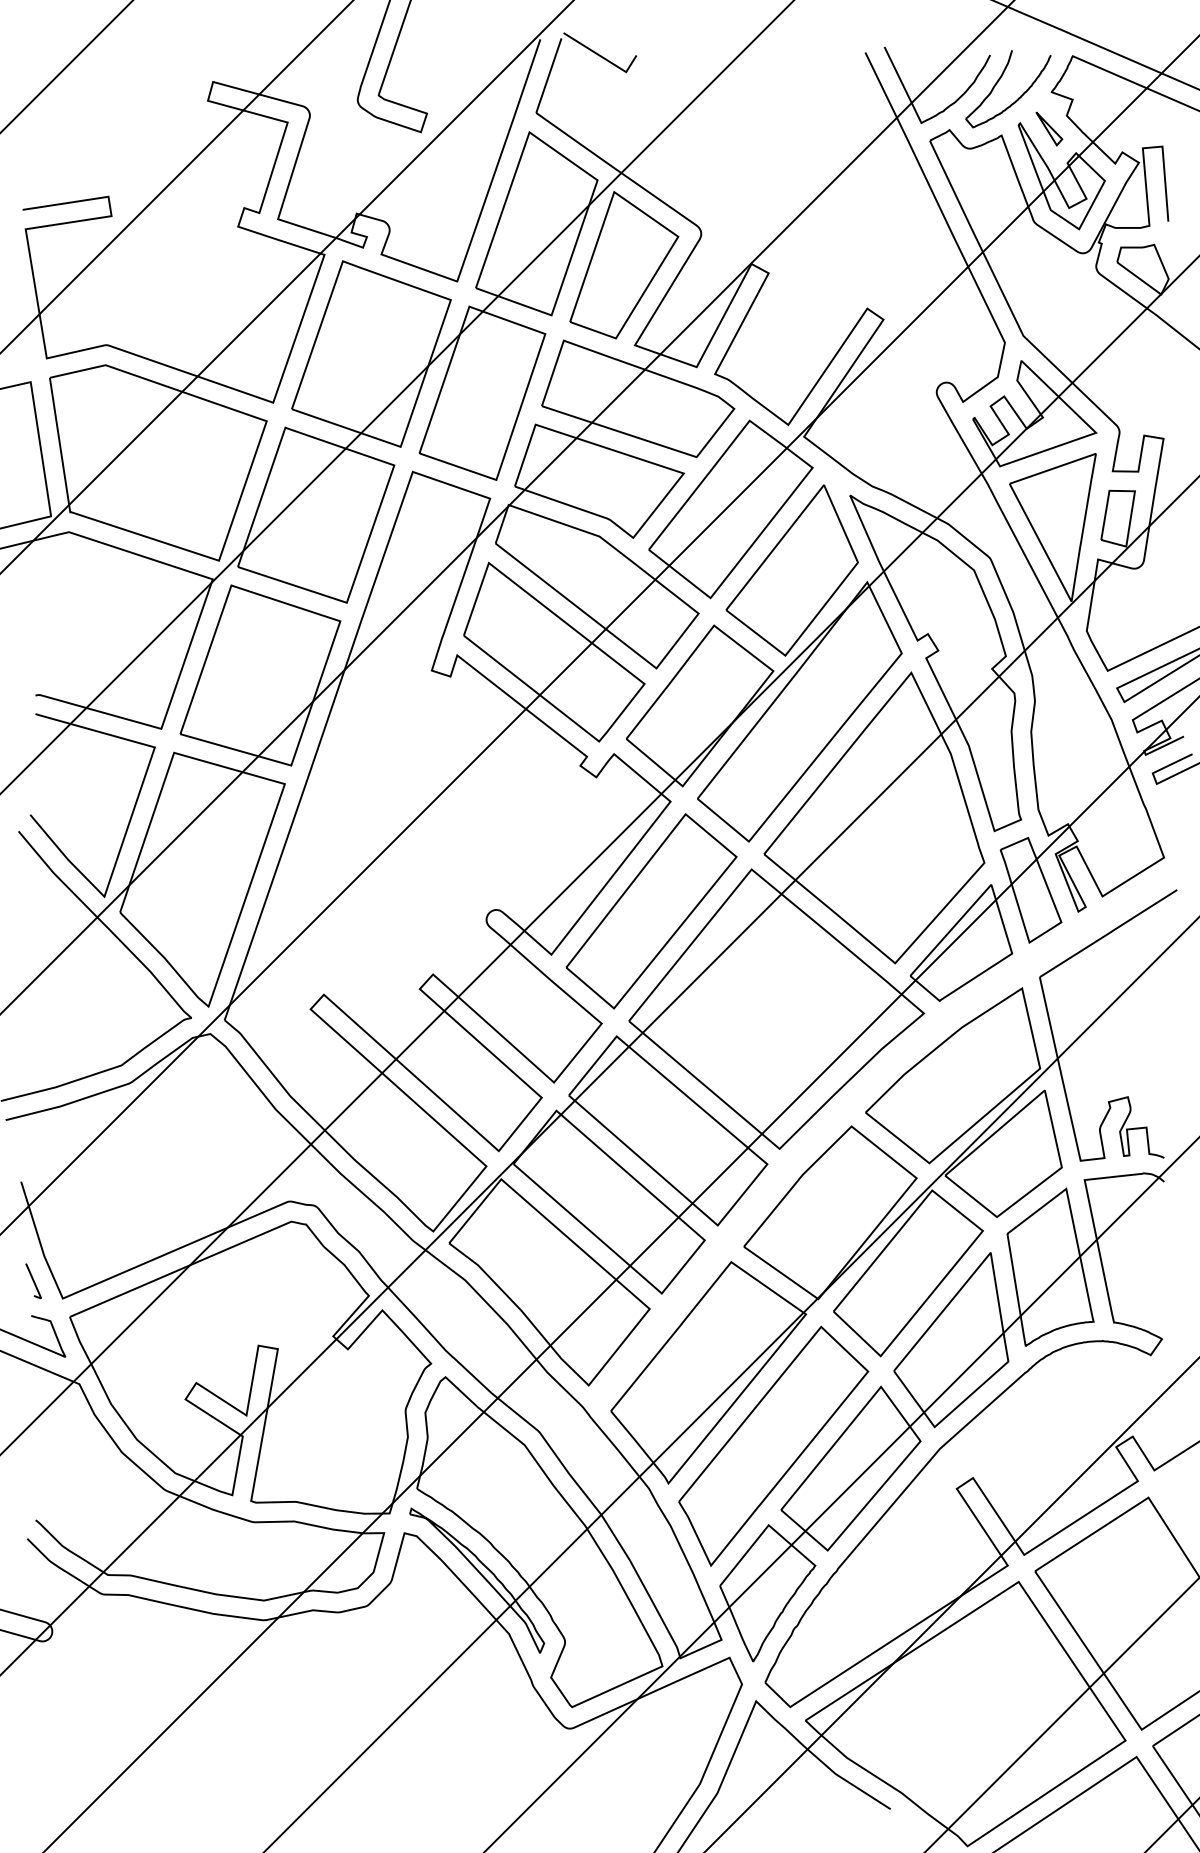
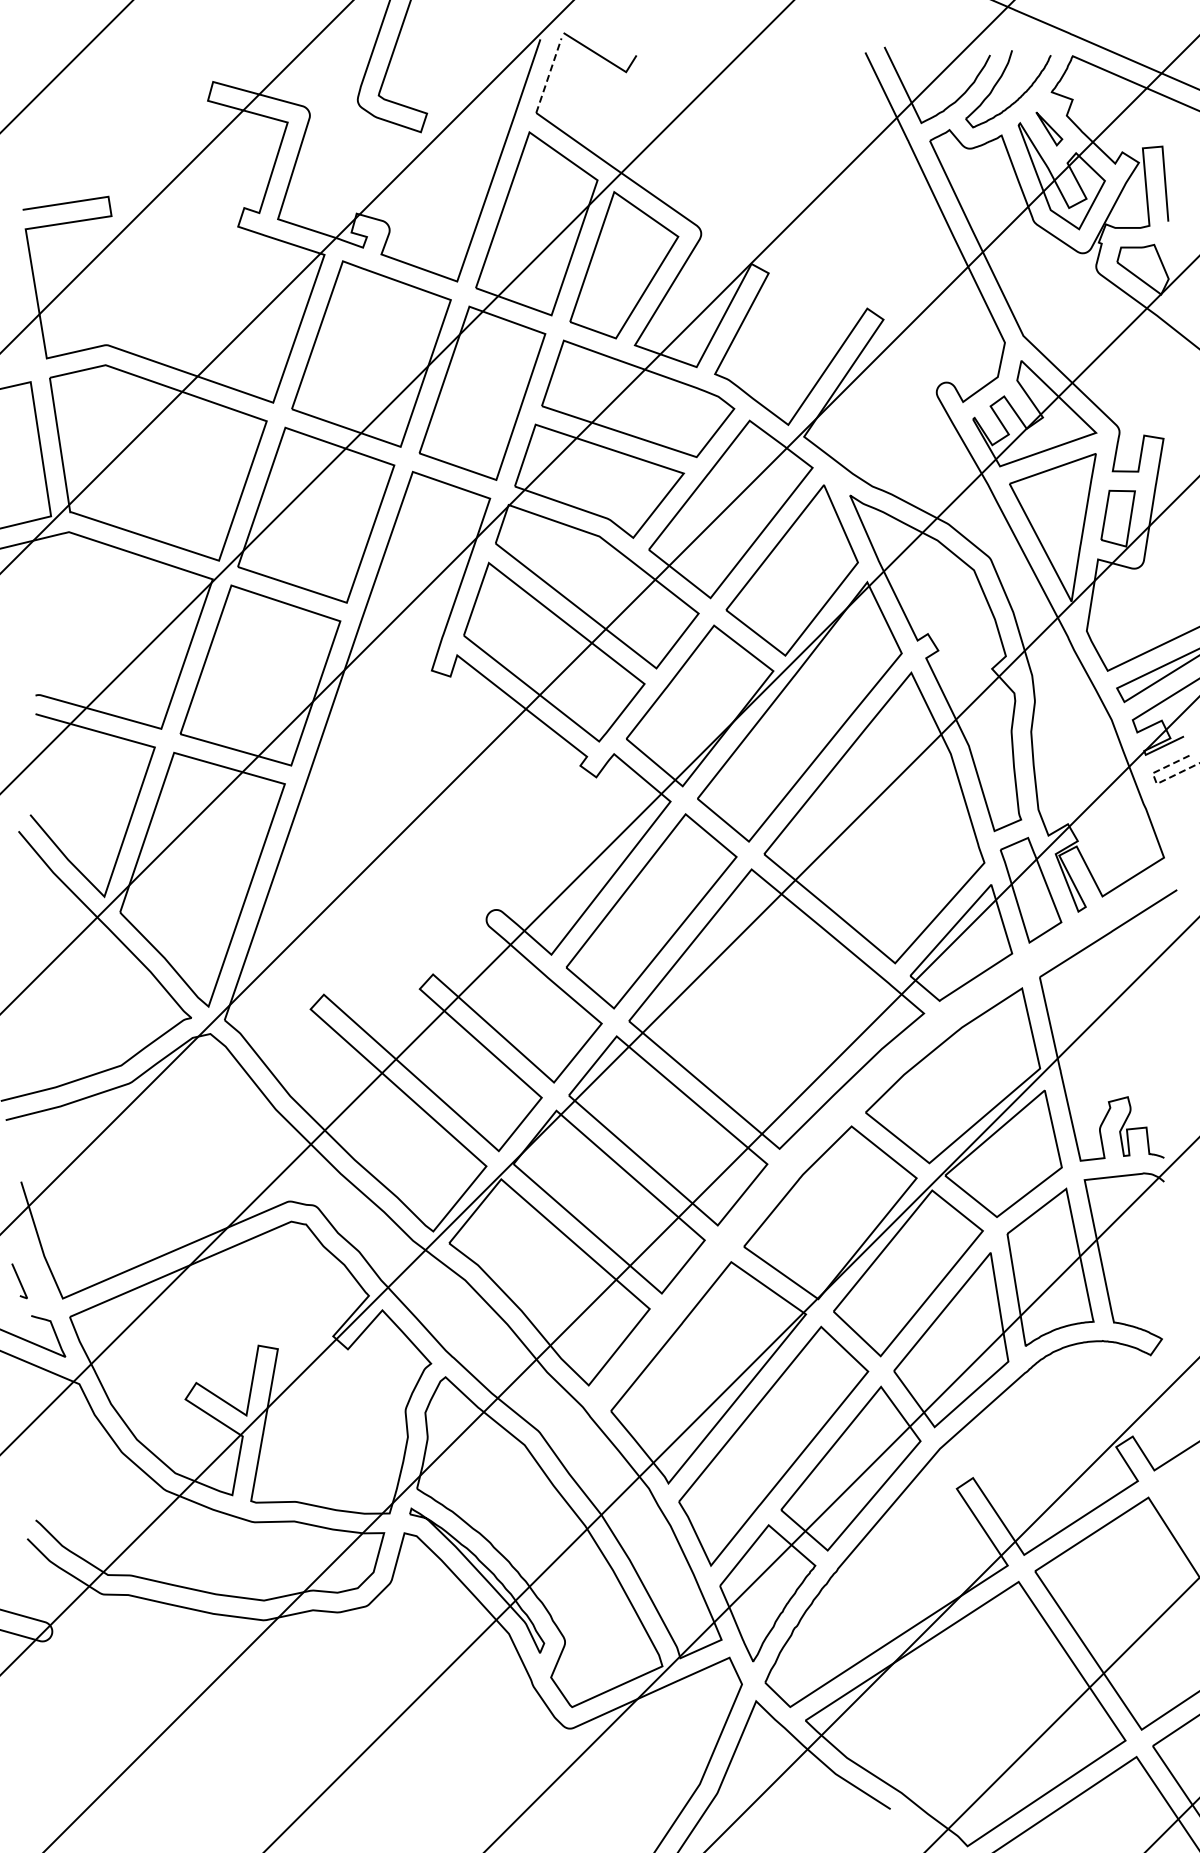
line at (549, 75): solid -> dashed
line at (1155, 779): solid -> dashed
line at (33, 1281) position: (33, 1281) -> (19, 1281)
